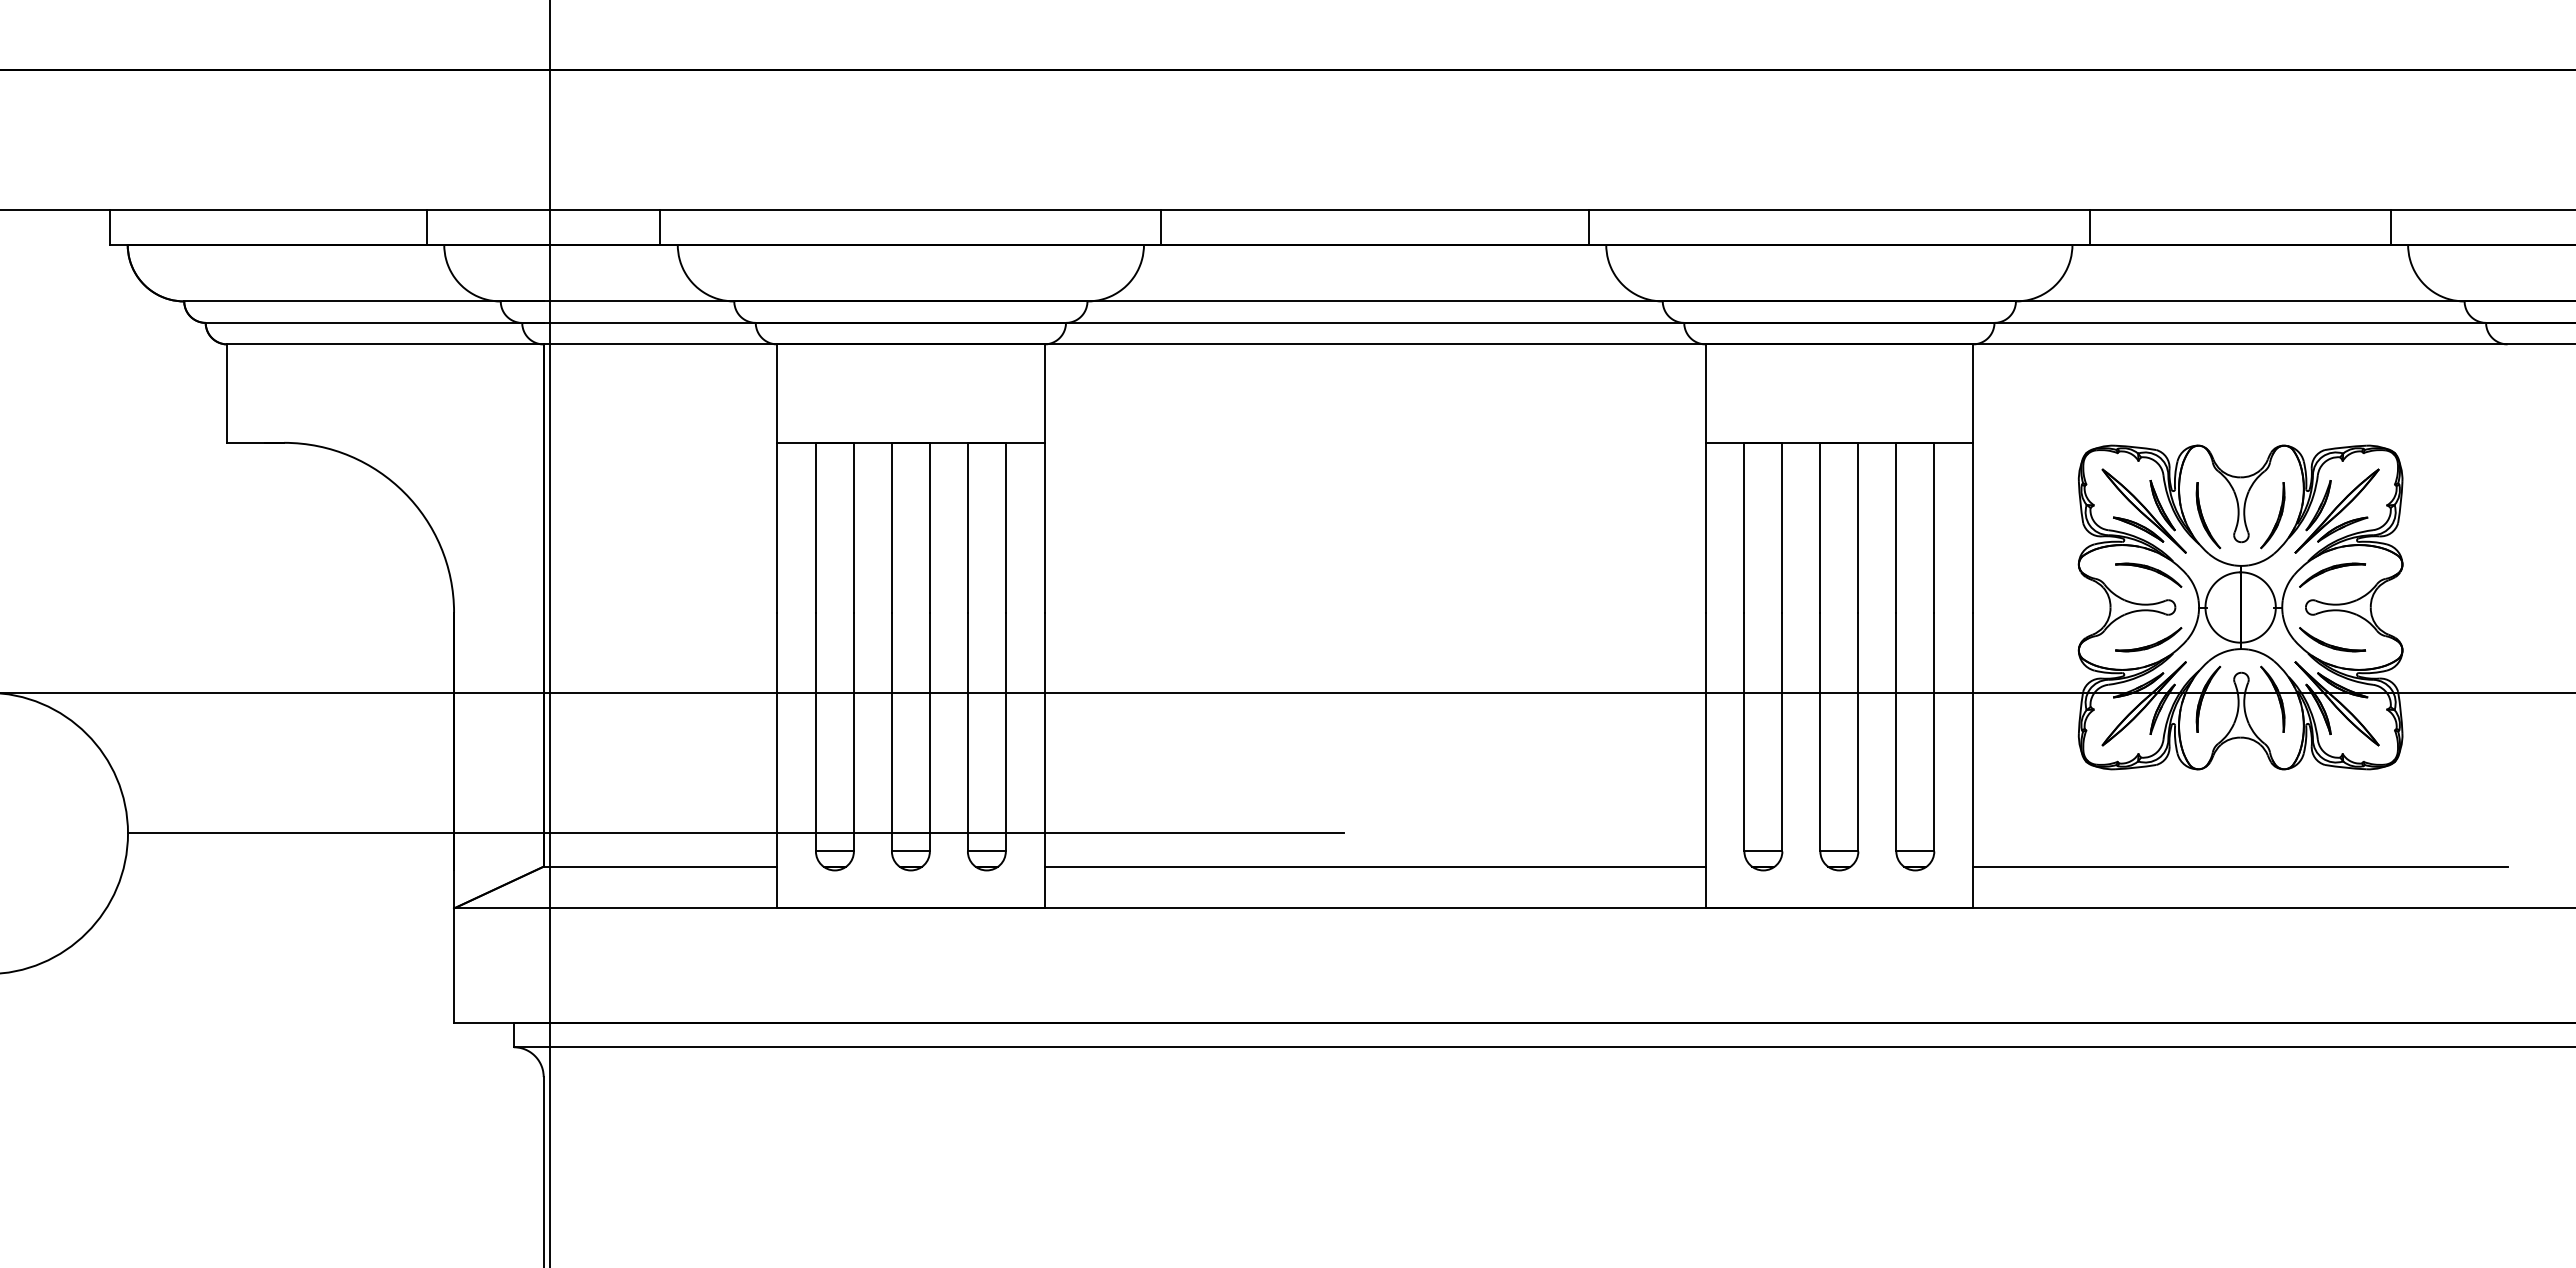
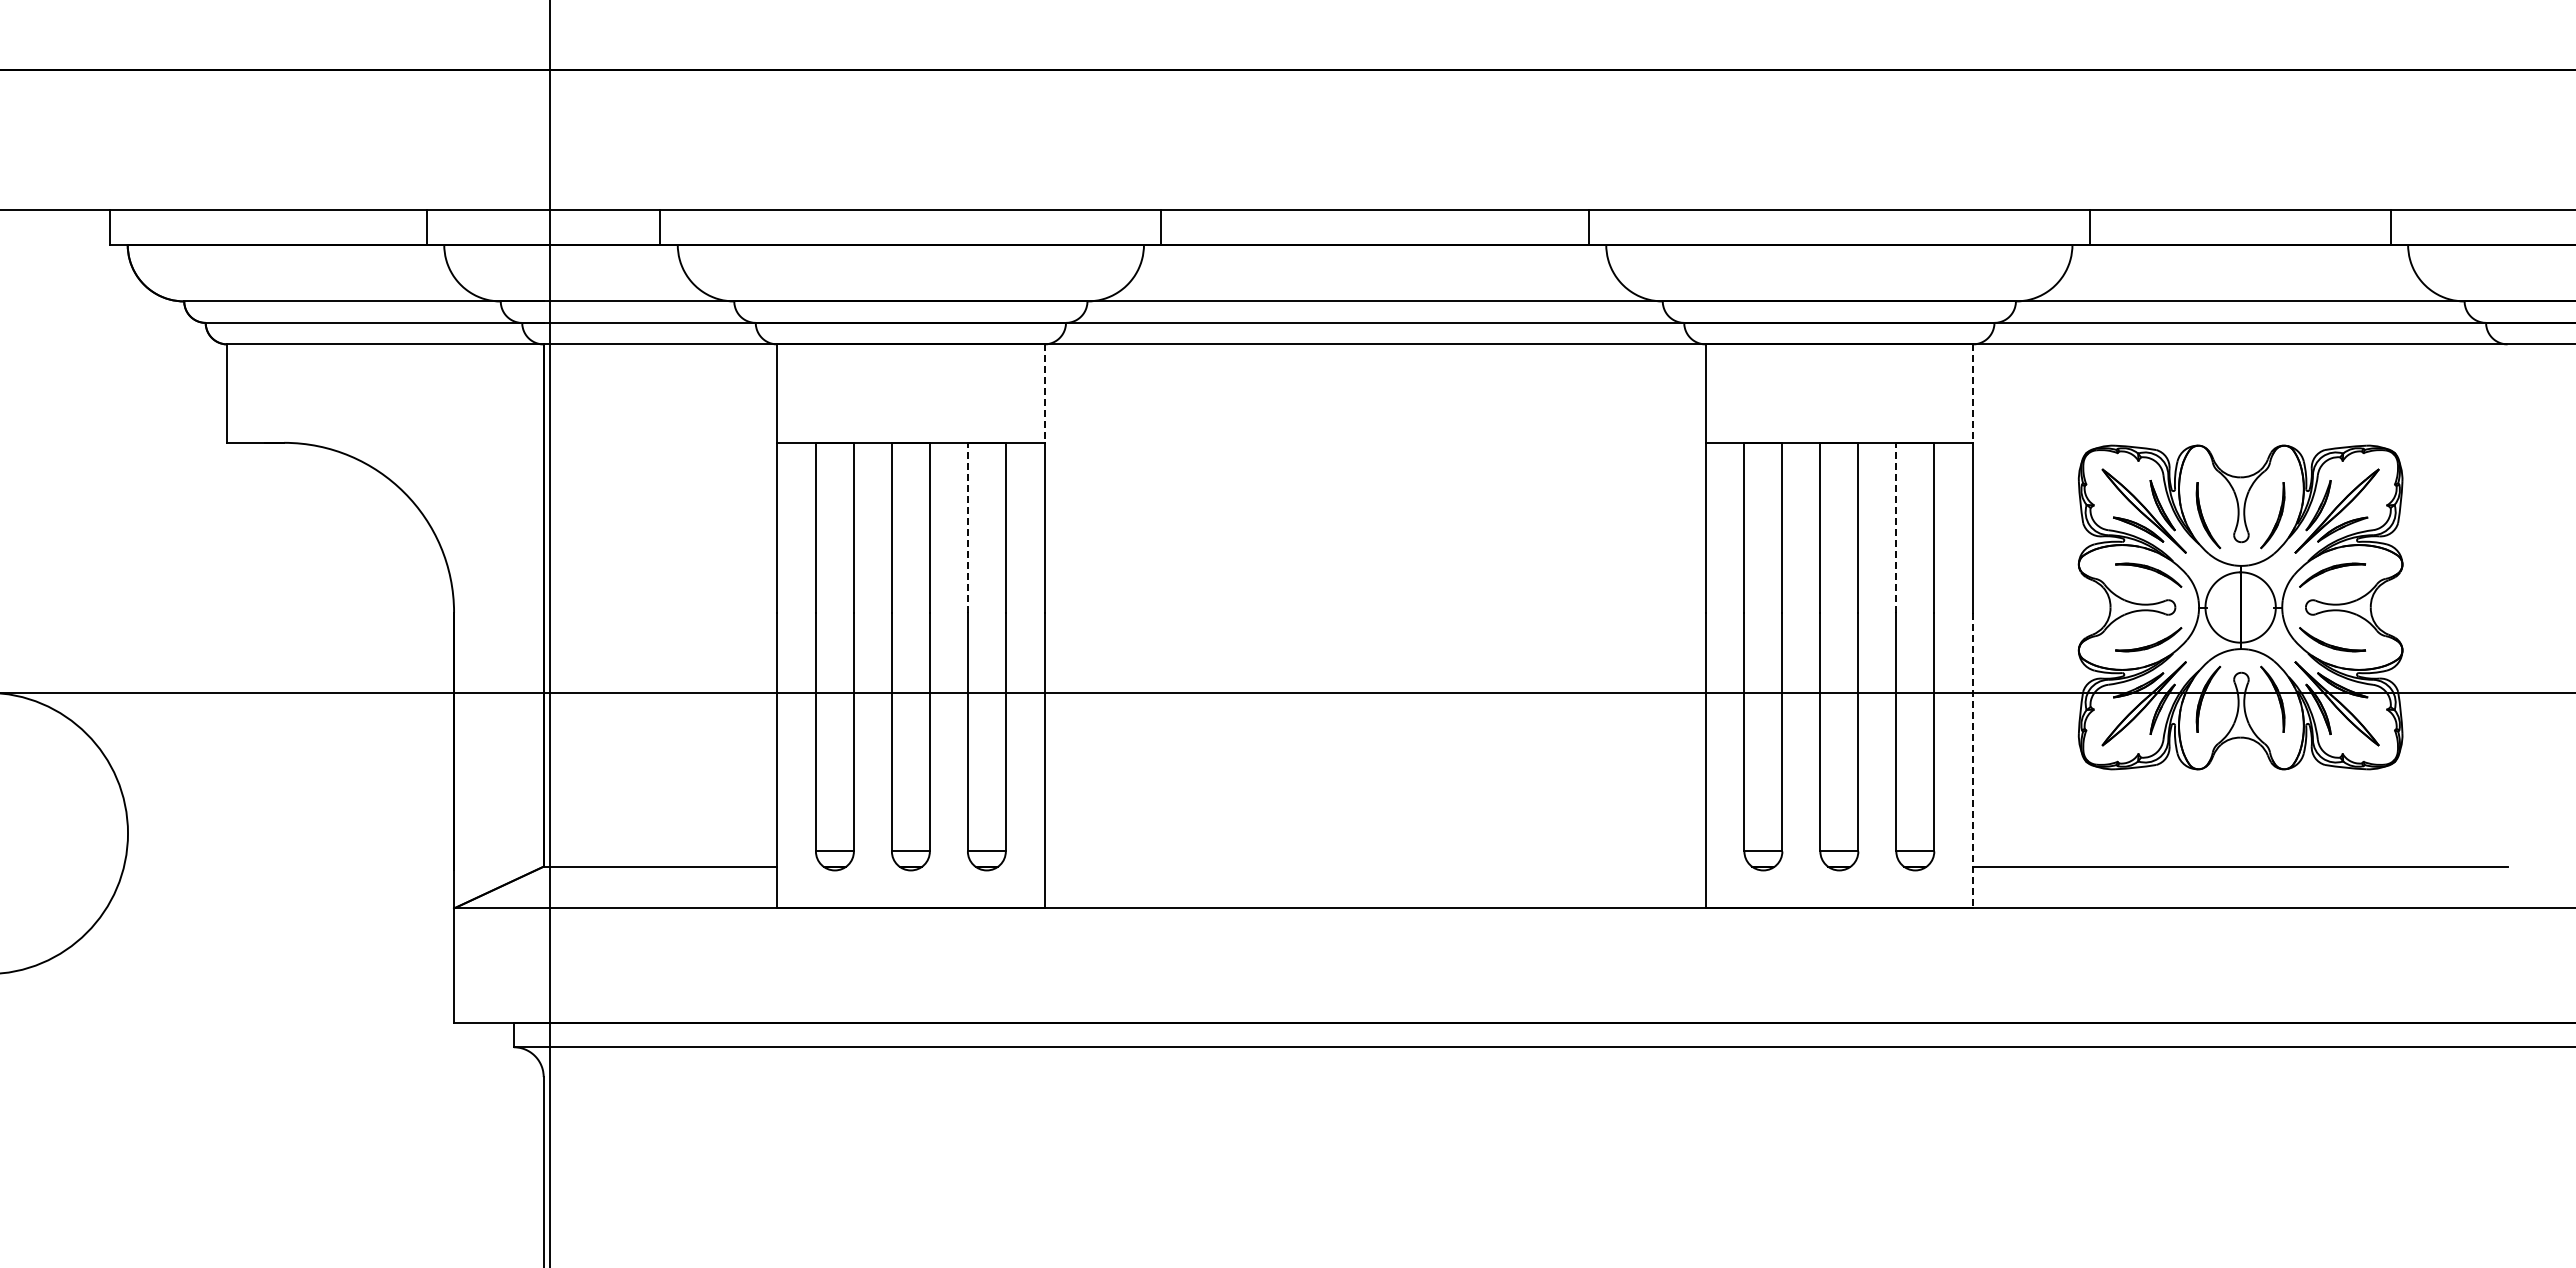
line at (1044, 394): solid -> dashed
line at (1973, 394): solid -> dashed
line at (967, 527): solid -> dashed
line at (1896, 527): solid -> dashed
line at (1973, 760): solid -> dashed
line at (736, 833): present -> none
line at (1374, 866): present -> none
